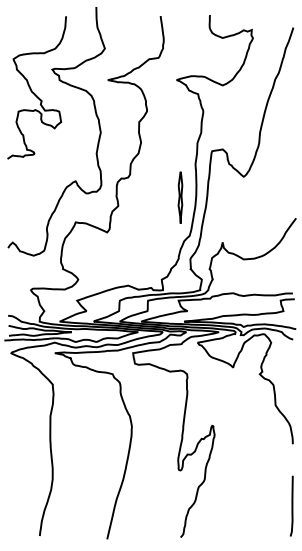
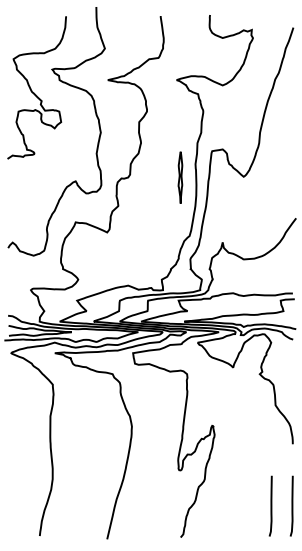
part at (180, 197) position: (180, 197) -> (180, 177)
curve at (270, 505): none -> present
